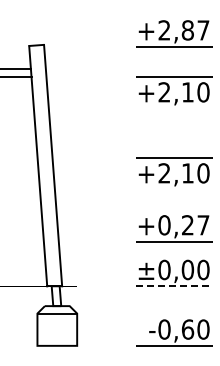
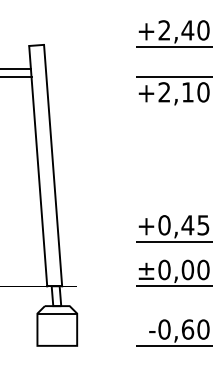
text at (195, 30): +2,87 -> +2,40
part at (174, 171): present -> none
text at (195, 225): +0,27 -> +0,45
line at (174, 286): dashed -> solid
